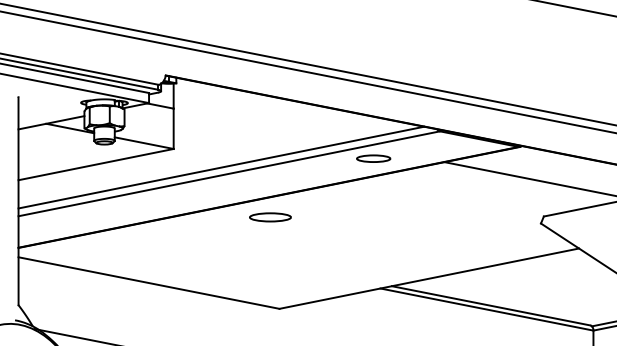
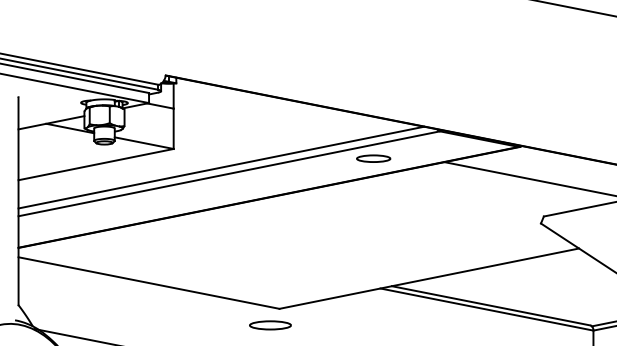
line at (307, 64): present -> none
line at (307, 71): present -> none
part at (270, 217) position: (270, 217) -> (270, 325)
